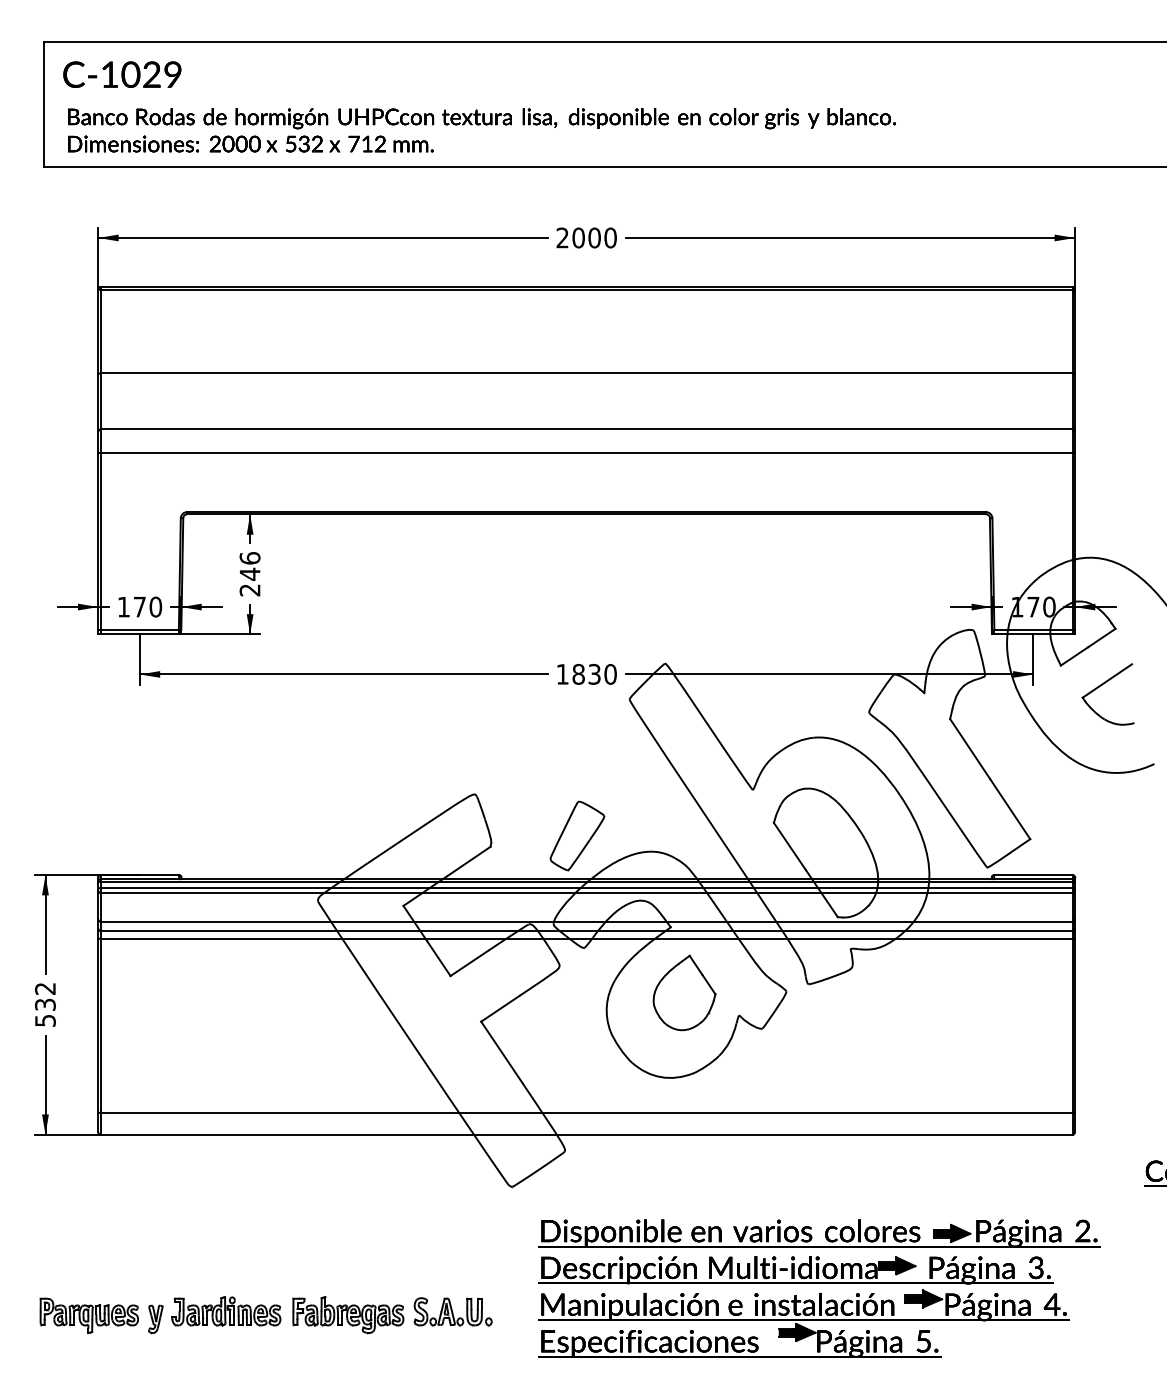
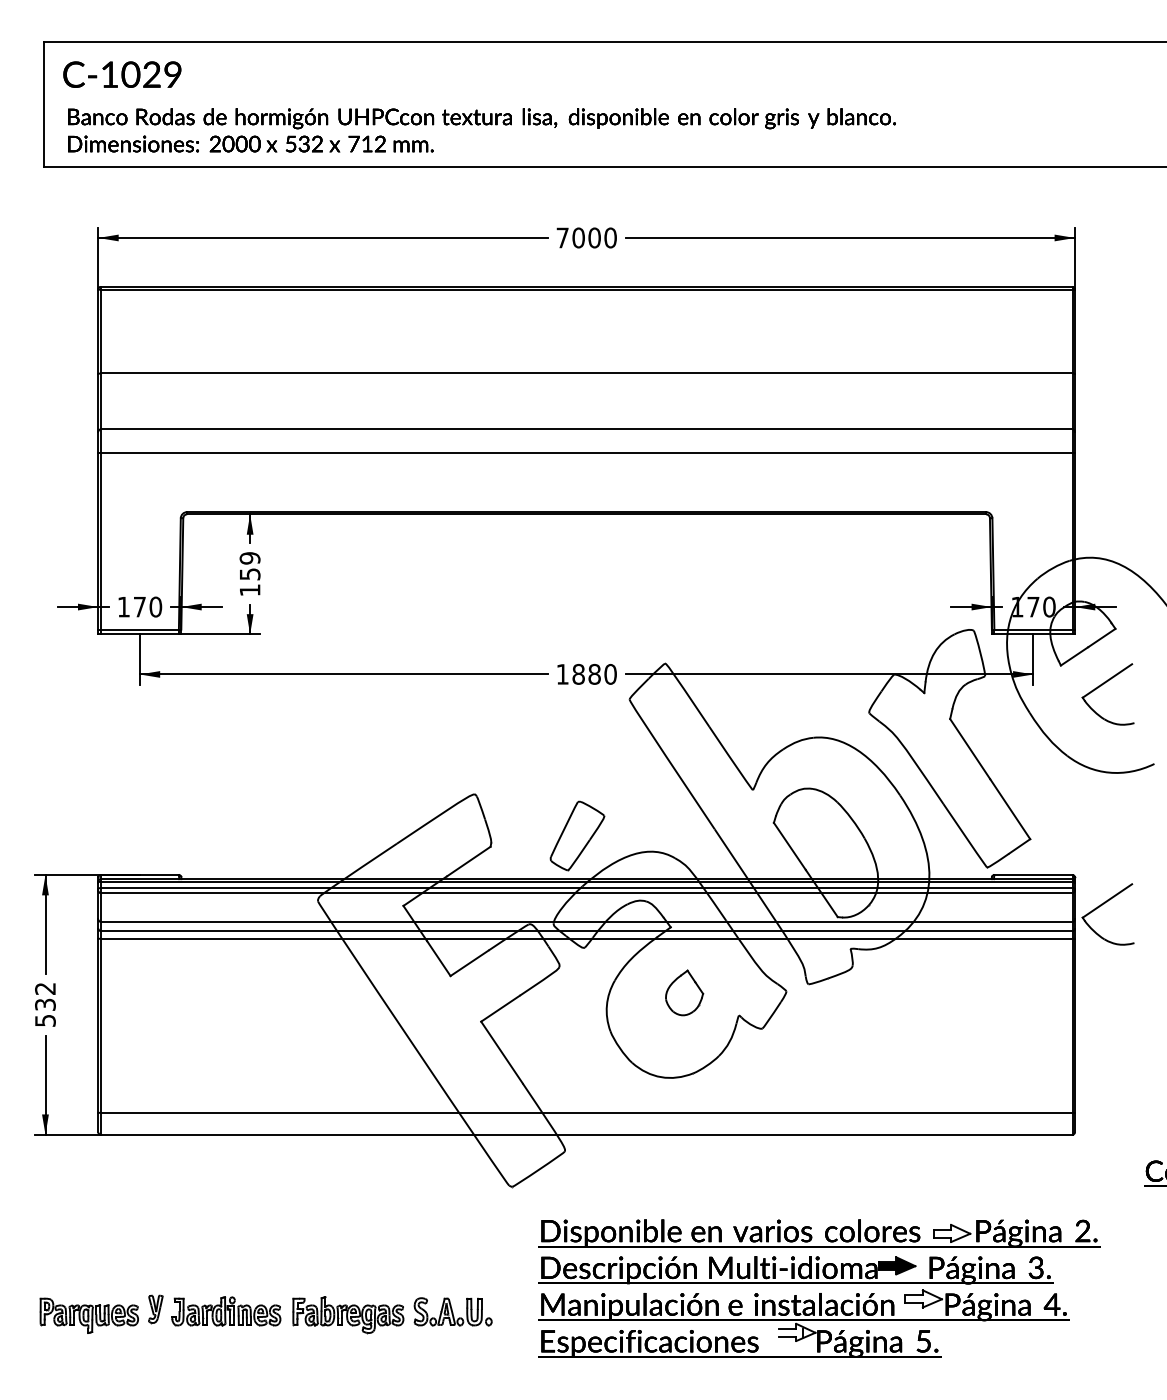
text at (562, 237): 2000 -> 7000
text at (249, 574): 246 -> 159
text at (594, 674): 1830 -> 1880
part at (1101, 906): none -> present
part at (684, 992) size: 65x78 px -> 40x48 px
fill at (951, 1233): present -> none
fill at (923, 1298): present -> none
part at (155, 1319) position: (155, 1319) -> (155, 1309)
fill at (796, 1332): present -> none
